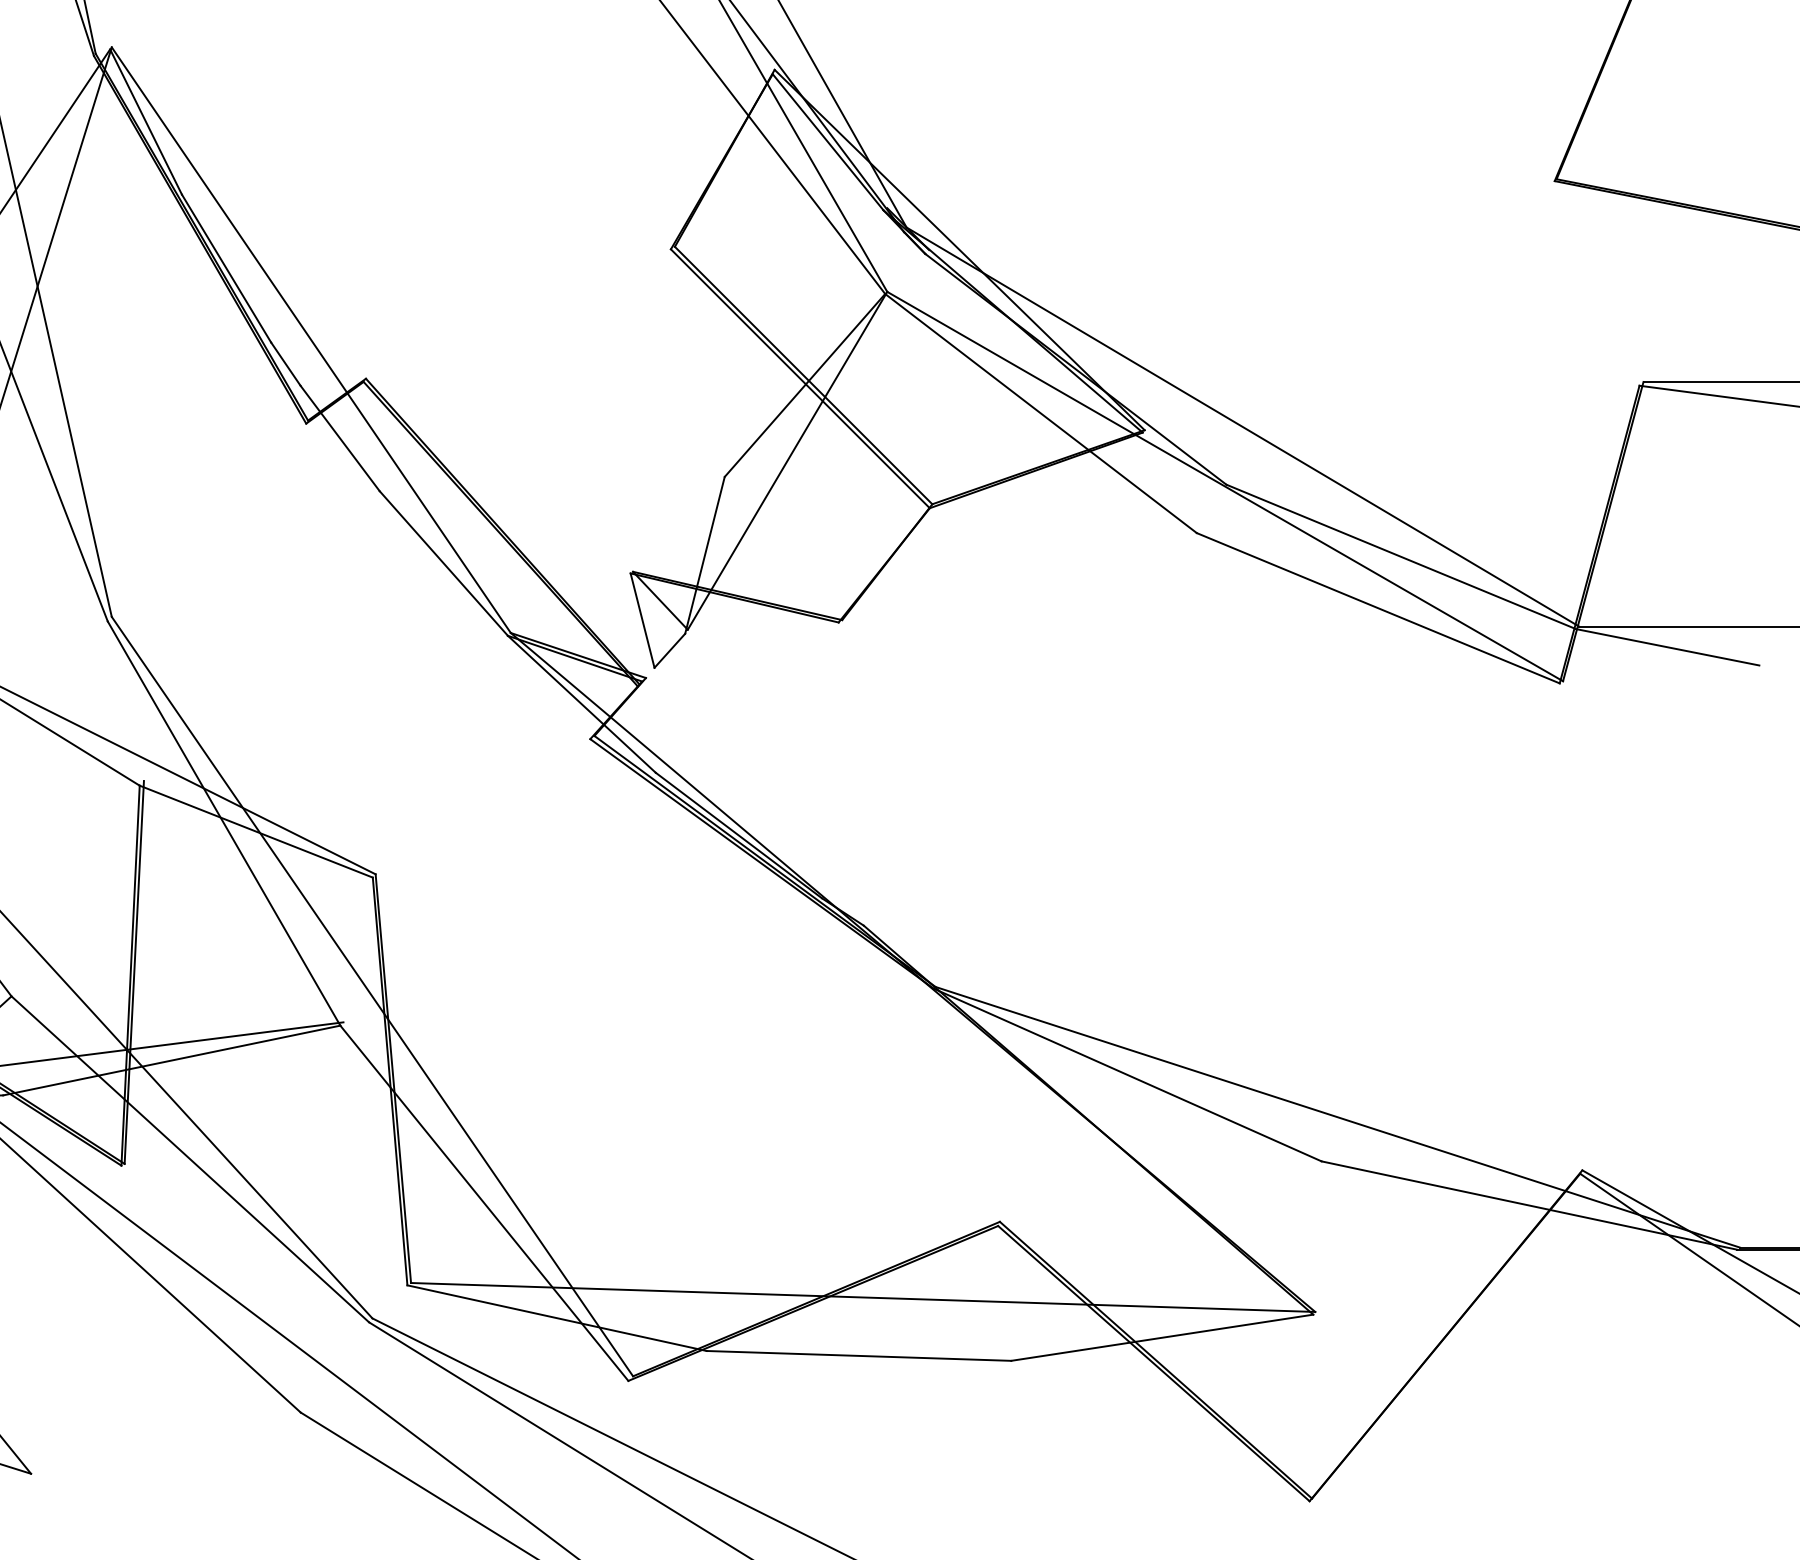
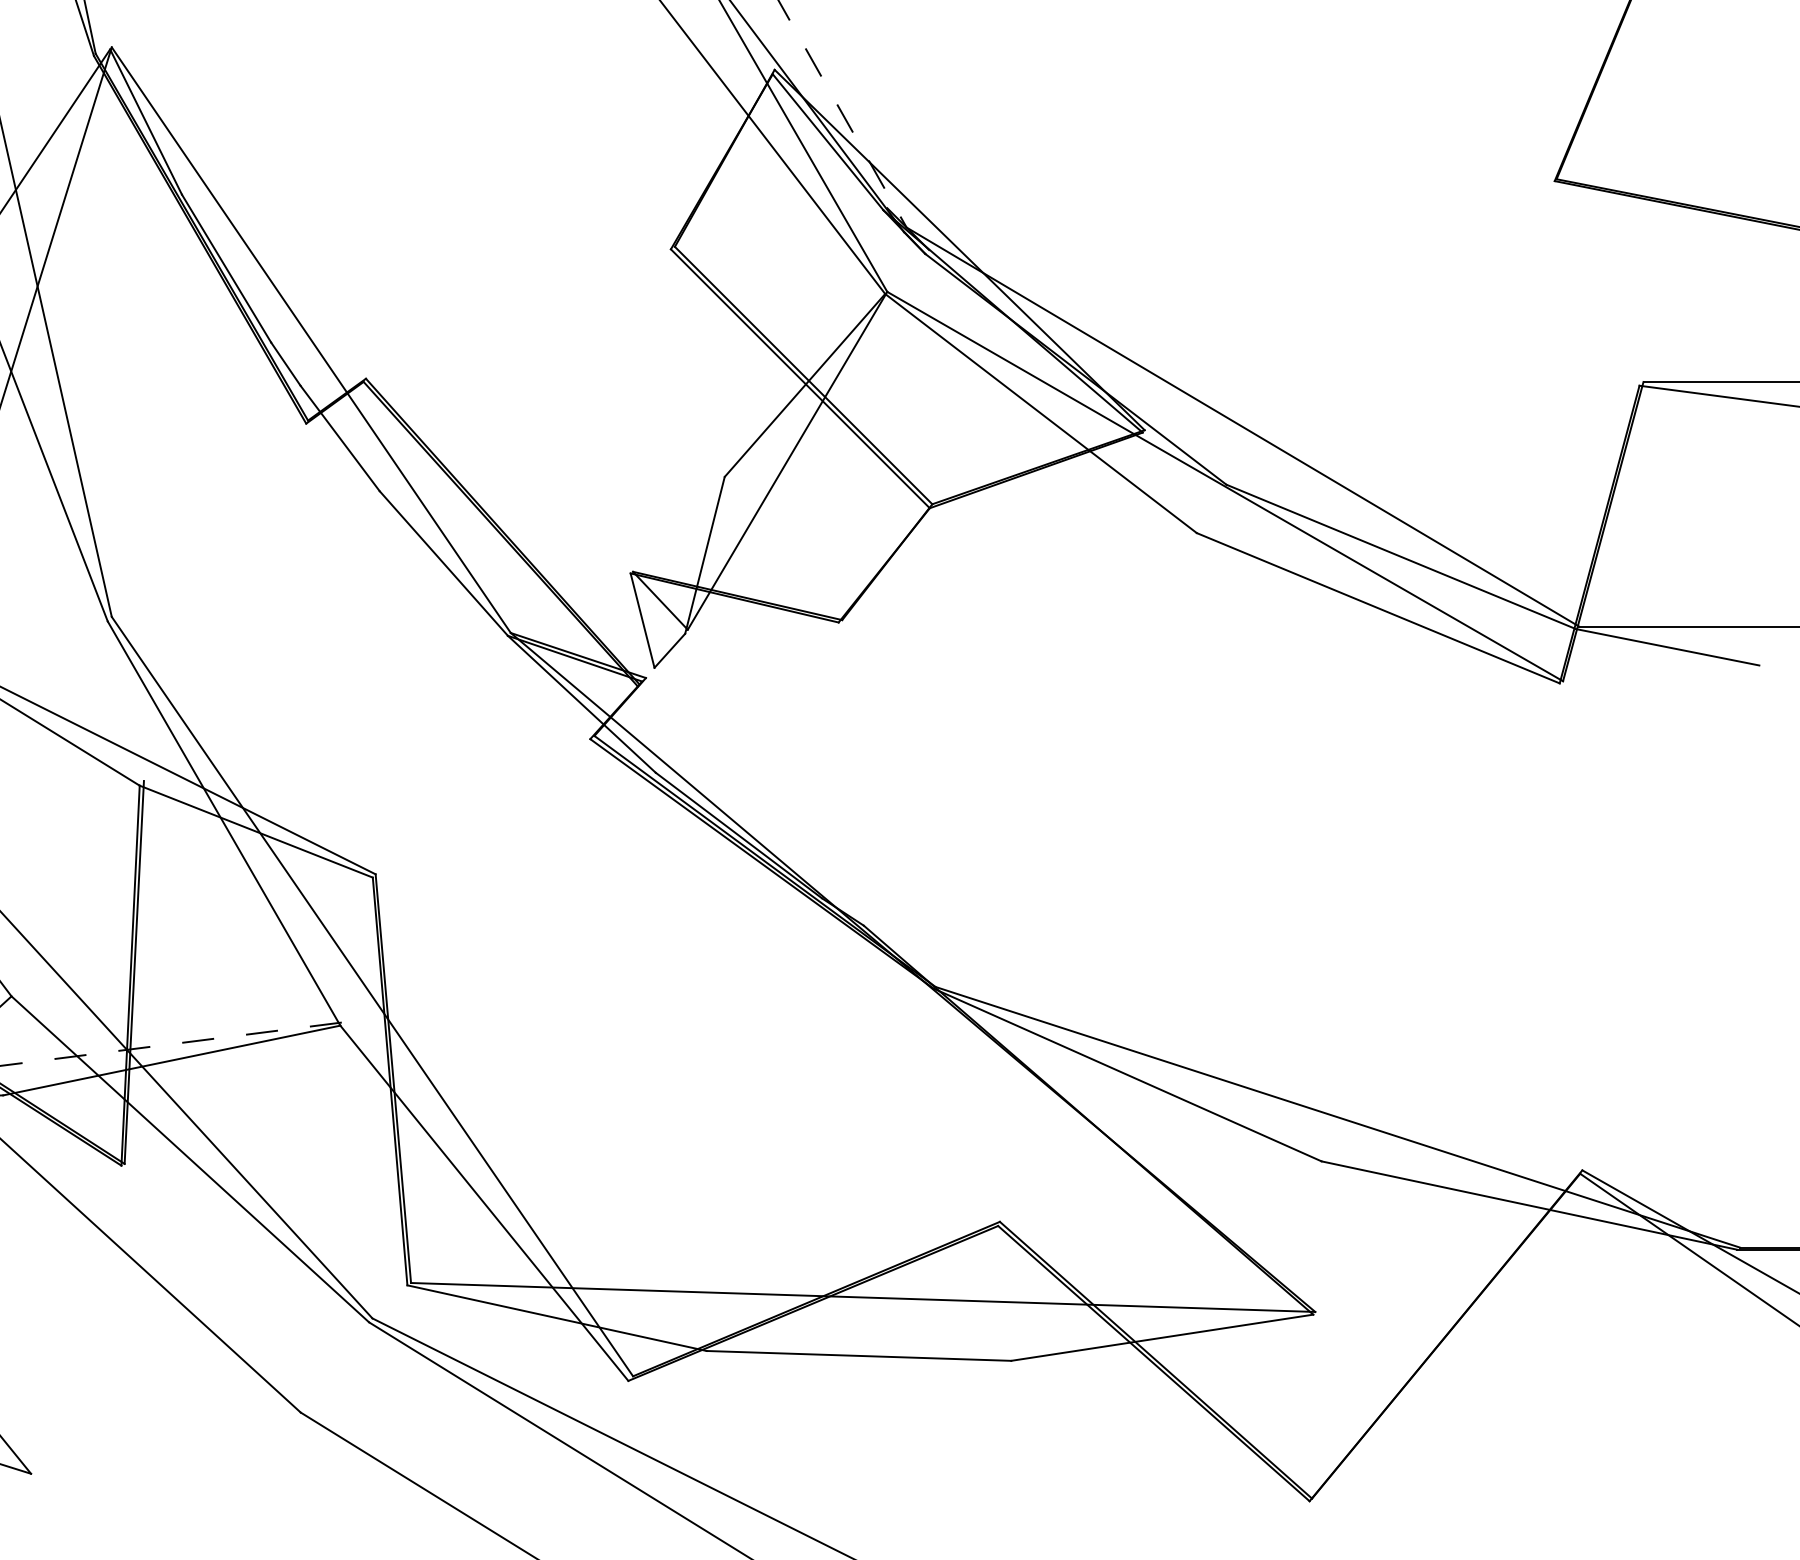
line at (842, 114): solid -> dashed
line at (172, 1044): solid -> dashed
line at (288, 1340): present -> none
